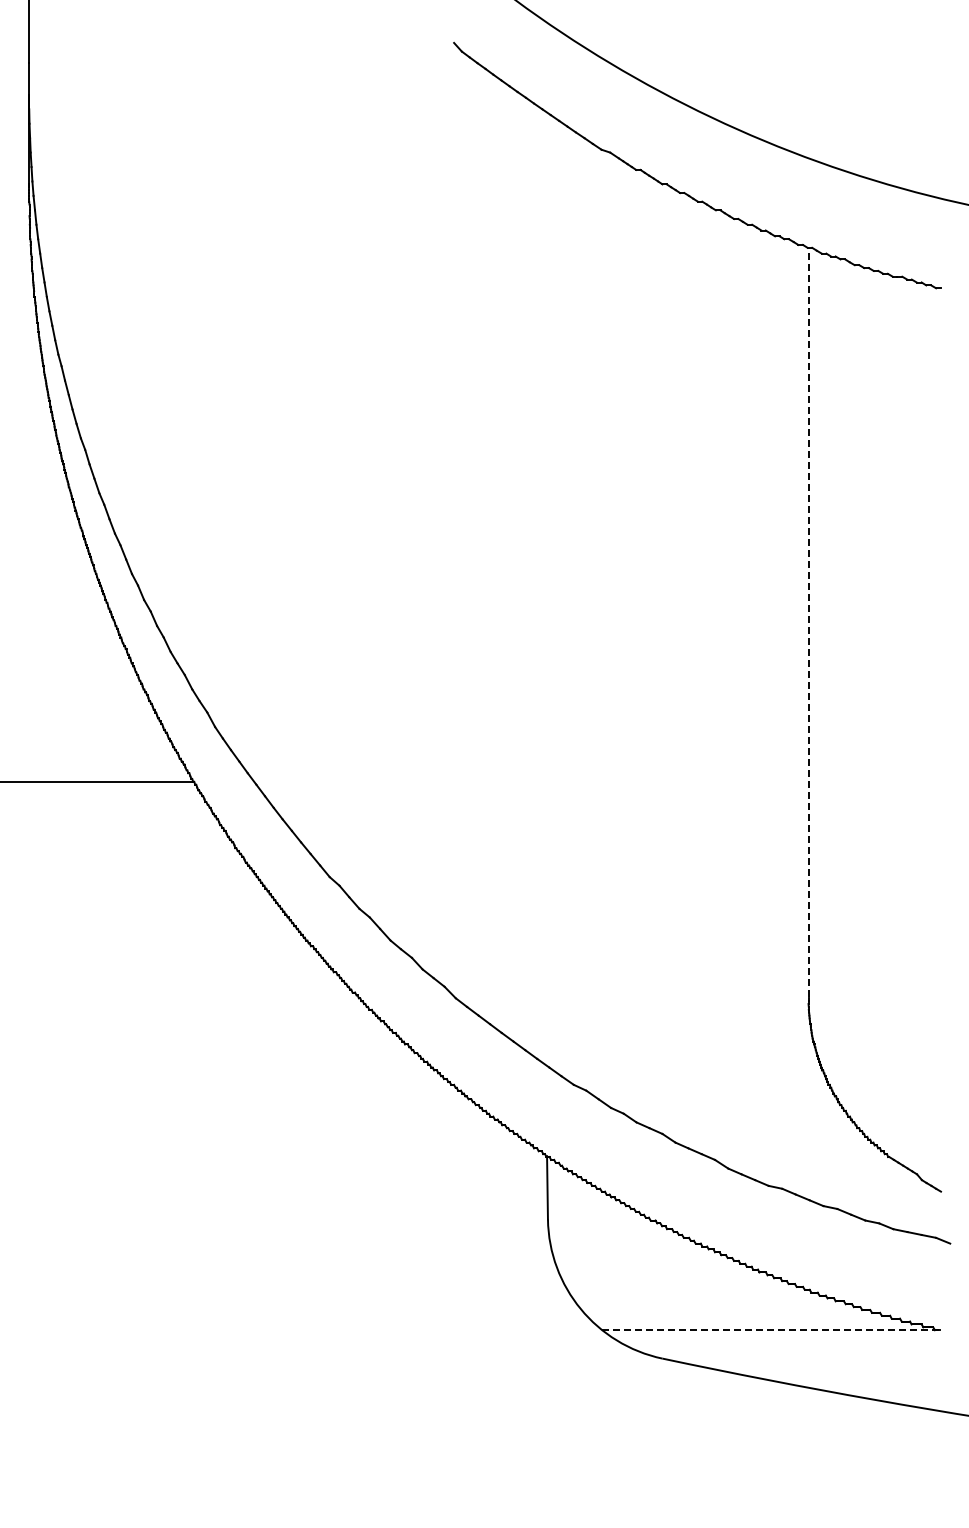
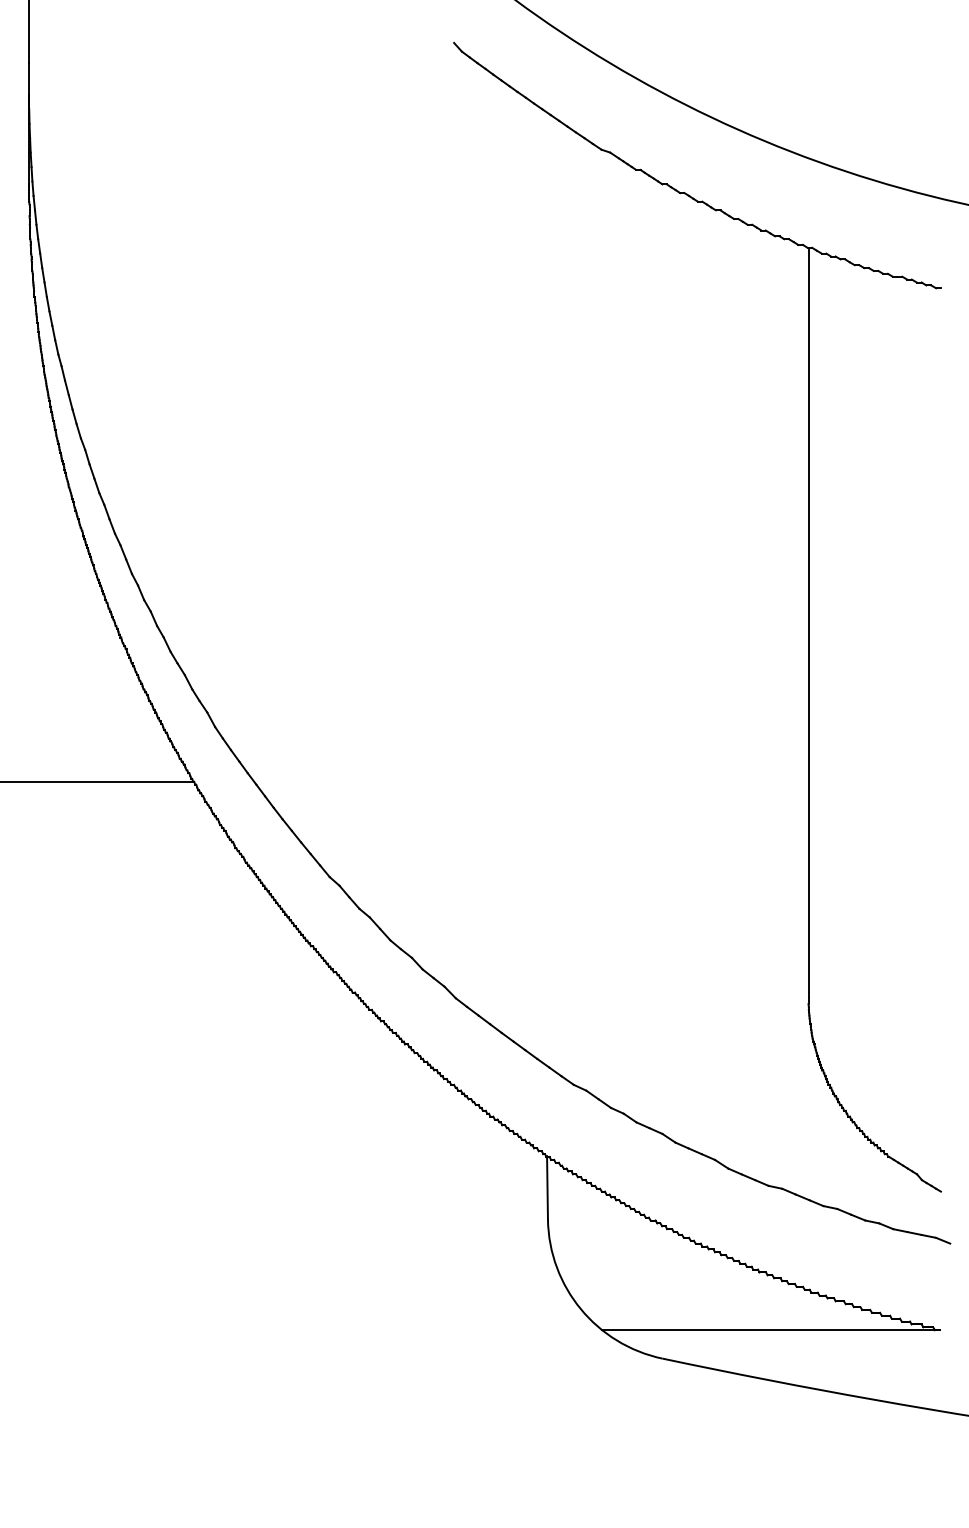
line at (808, 622): dashed -> solid
line at (770, 1330): dashed -> solid
